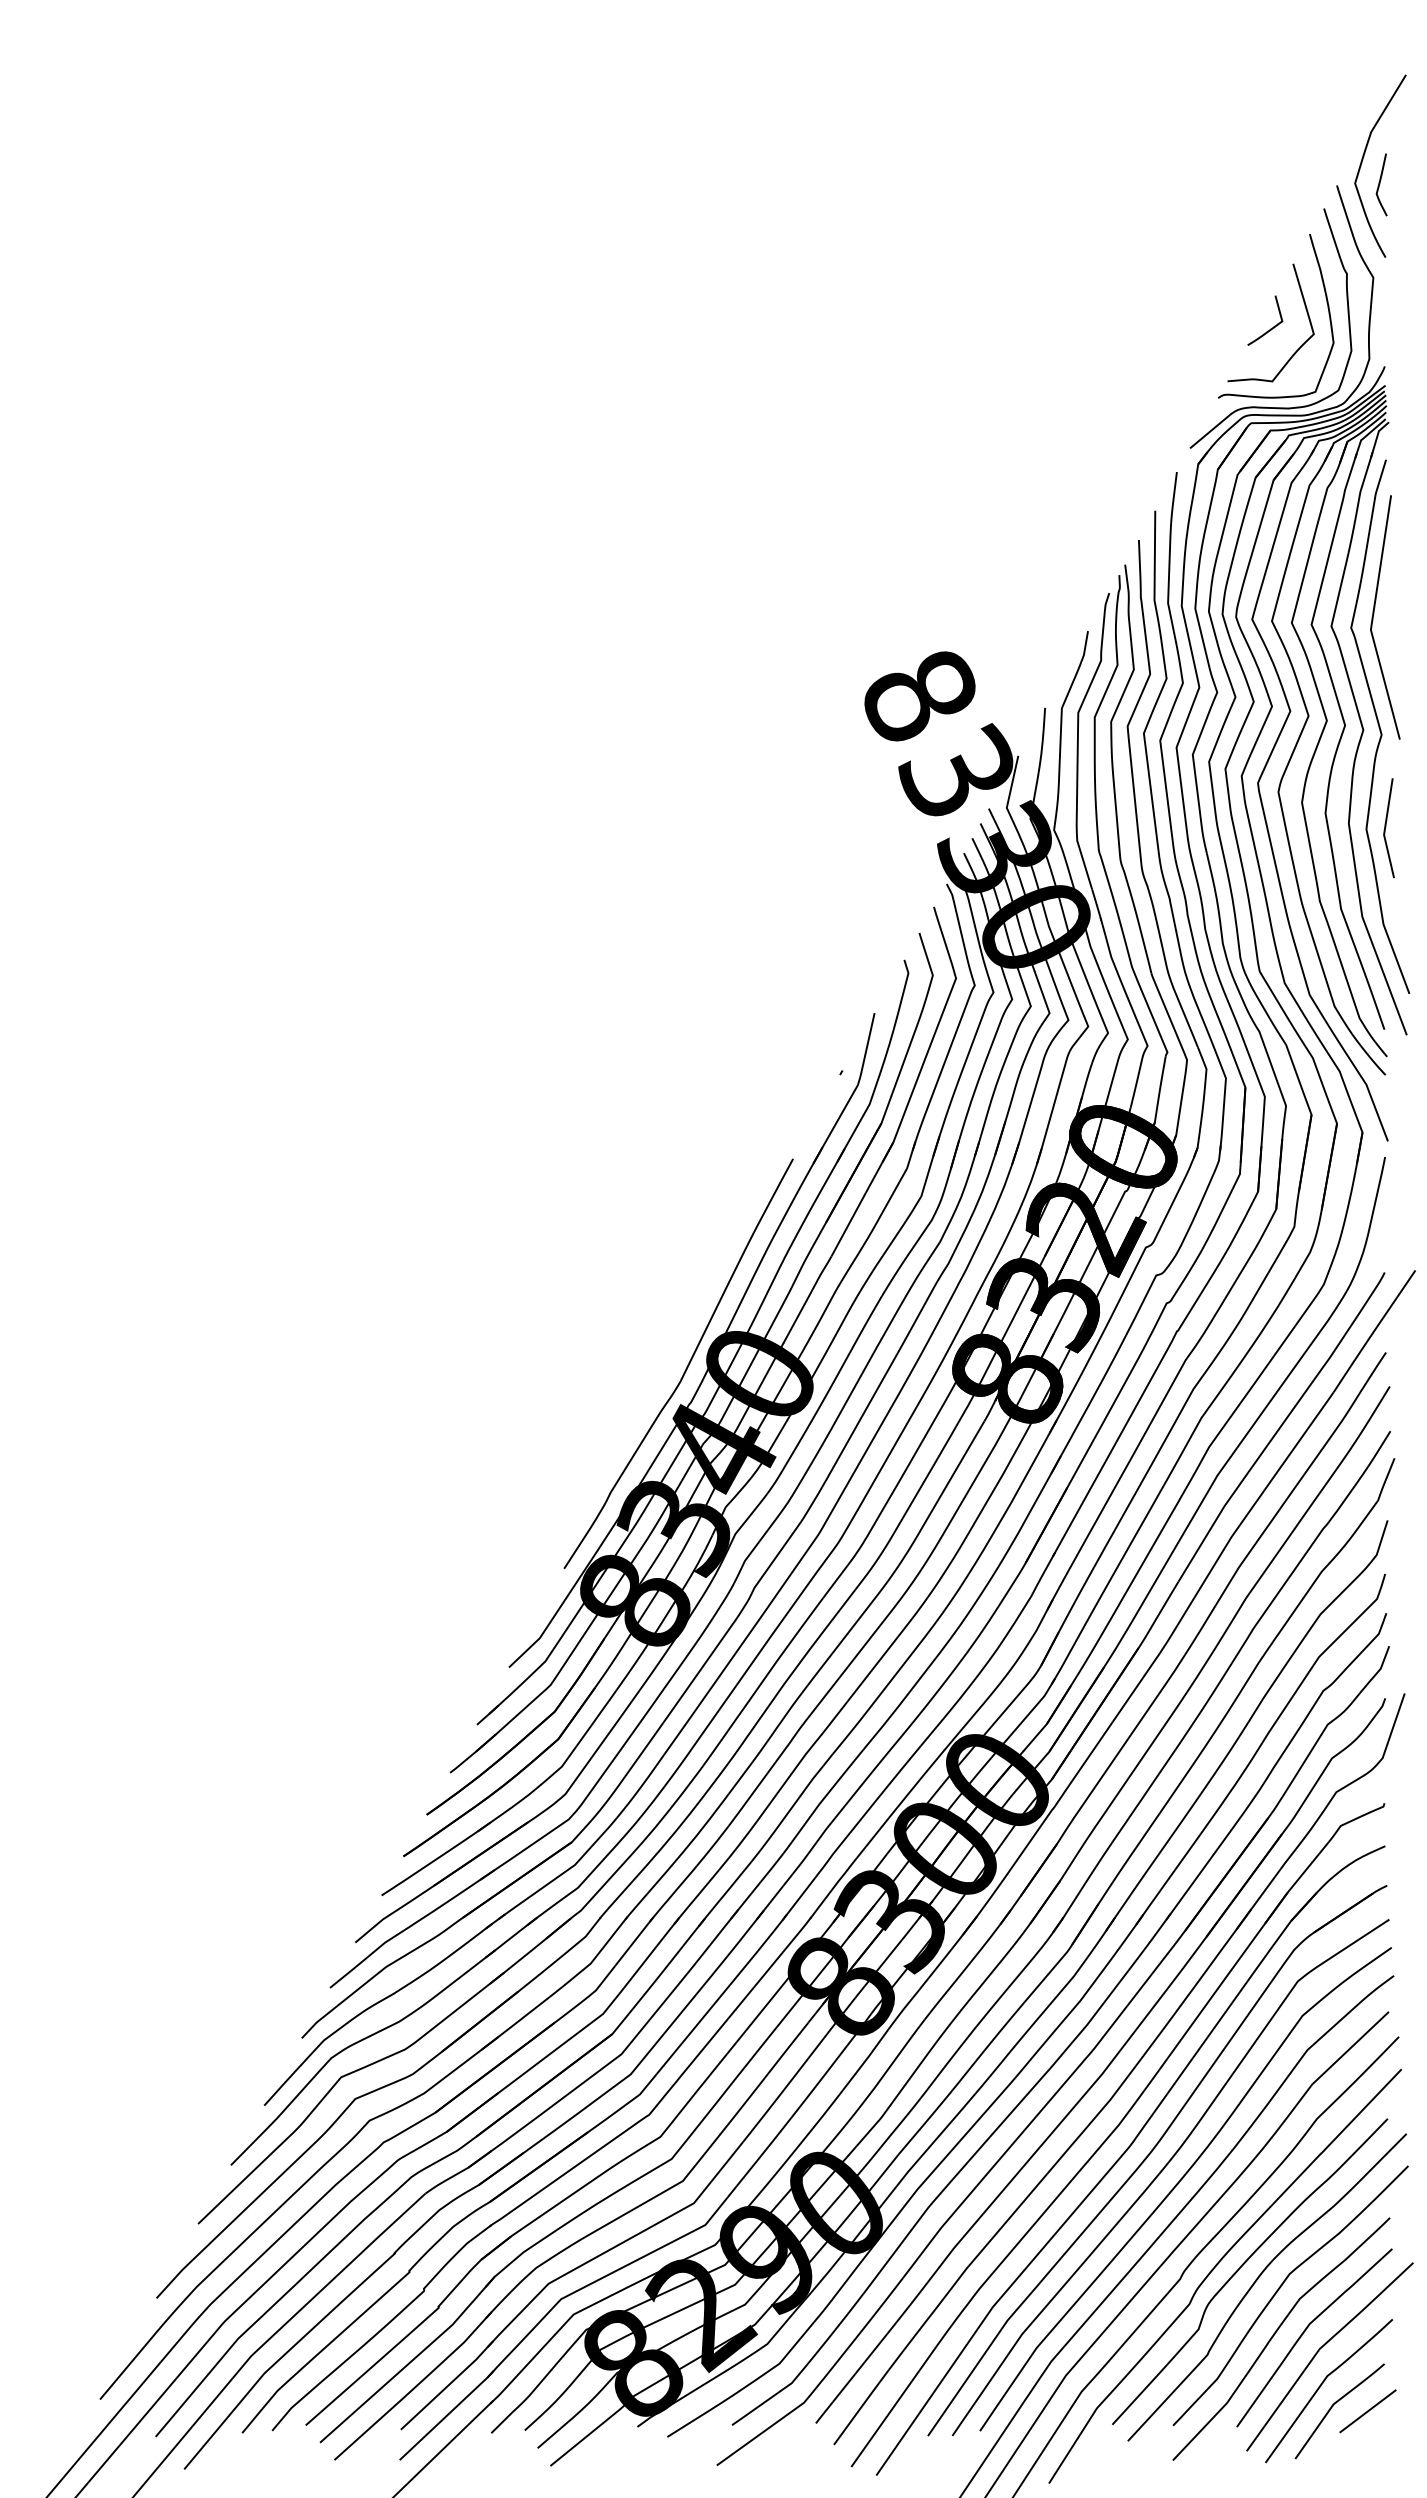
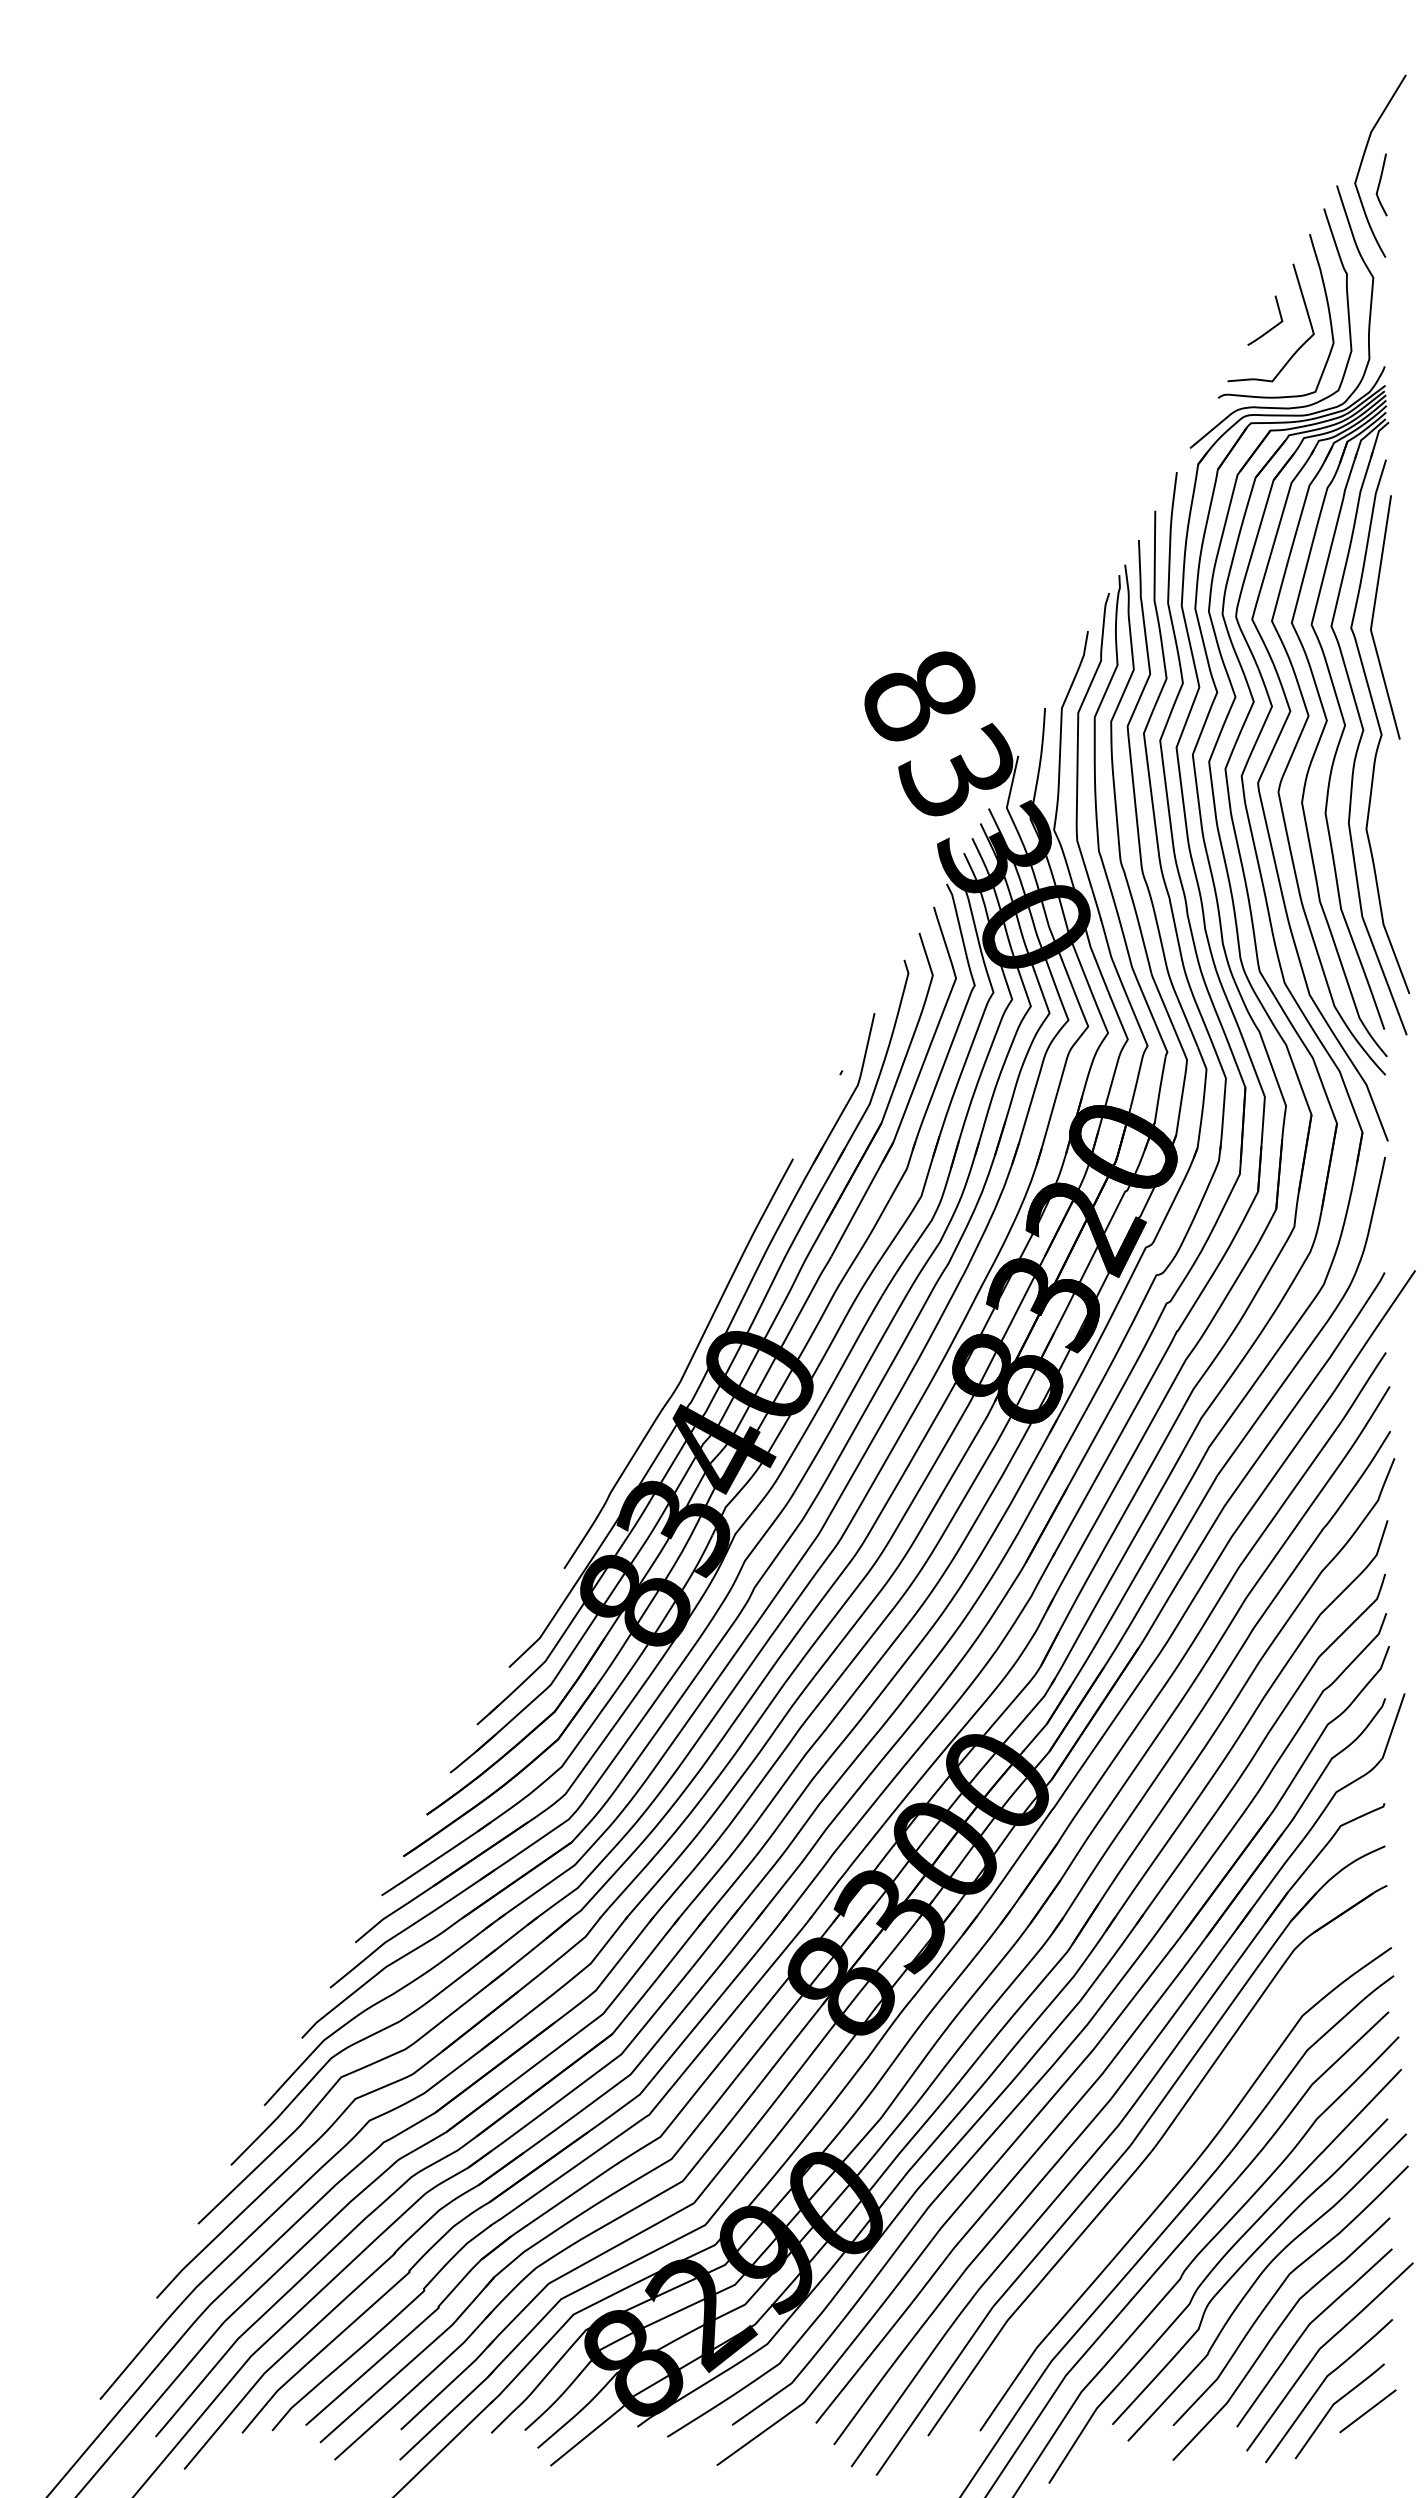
line at (1386, 827): present -> none
curve at (1163, 2170): present -> none
